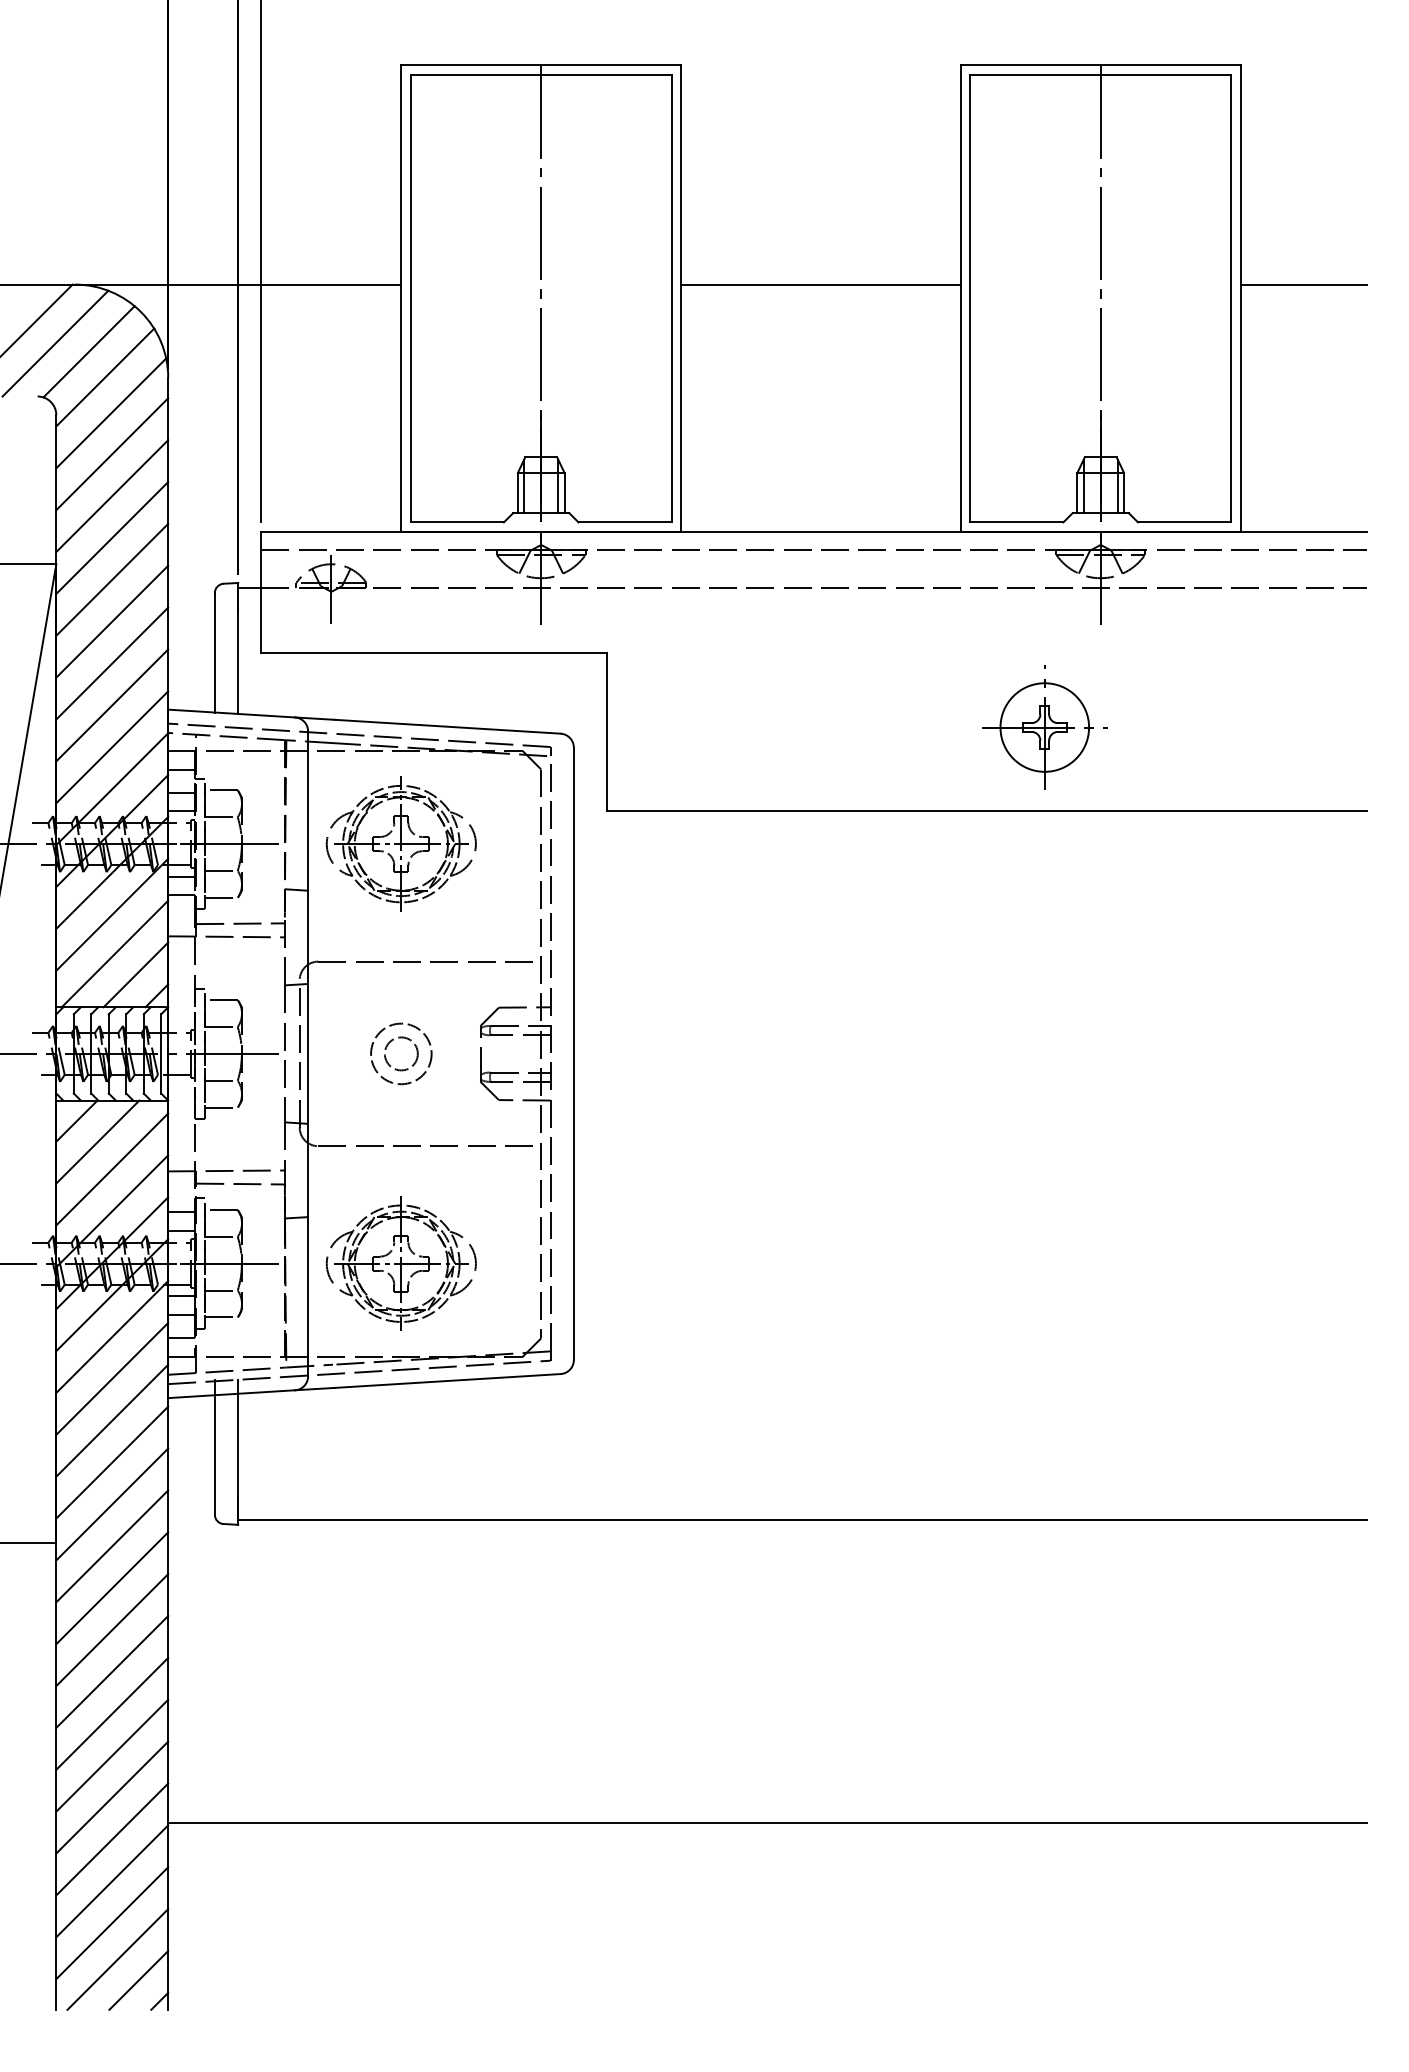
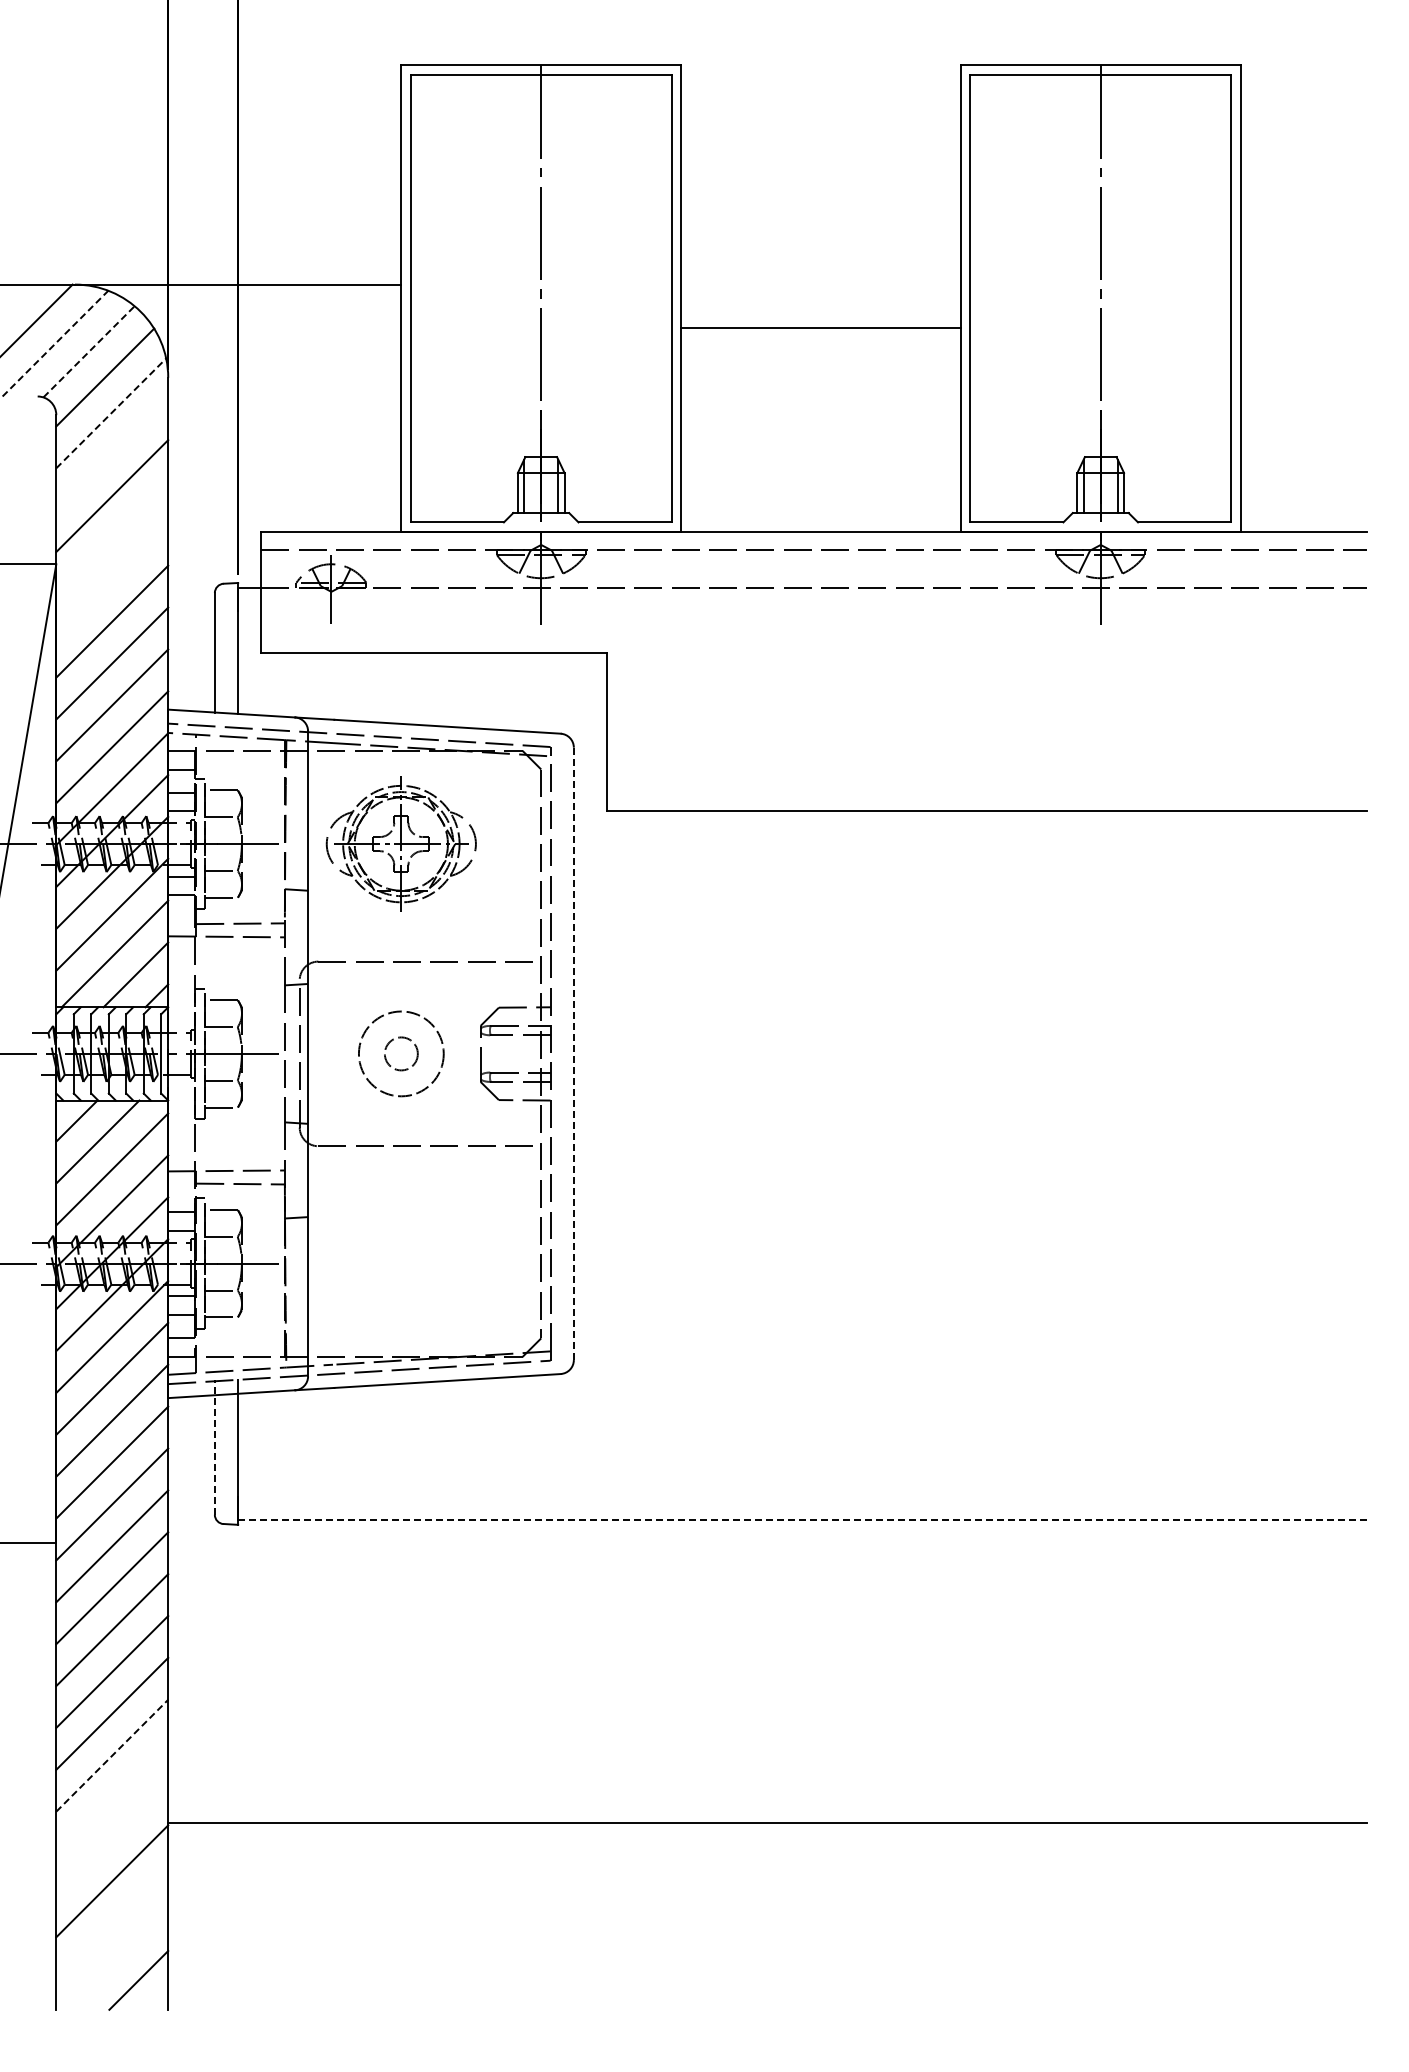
line at (261, 262): present -> none
line at (820, 284) position: (820, 284) -> (820, 327)
line at (1303, 284): present -> none
line at (55, 343): solid -> dashed
line at (89, 351): solid -> dashed
line at (111, 413): solid -> dashed
line at (112, 454): present -> none
line at (112, 537): present -> none
line at (112, 579): present -> none
part at (1044, 727): present -> none
circle at (401, 1053) diameter: 61 px -> 85 px
line at (573, 1054): solid -> dashed
part at (400, 1263): present -> none
line at (214, 1447): solid -> dashed
line at (802, 1520): solid -> dashed
line at (112, 1755): solid -> dashed
line at (112, 1797): present -> none
line at (112, 1839): present -> none
line at (112, 1923): present -> none
line at (117, 1959): present -> none
line at (159, 2000): present -> none
